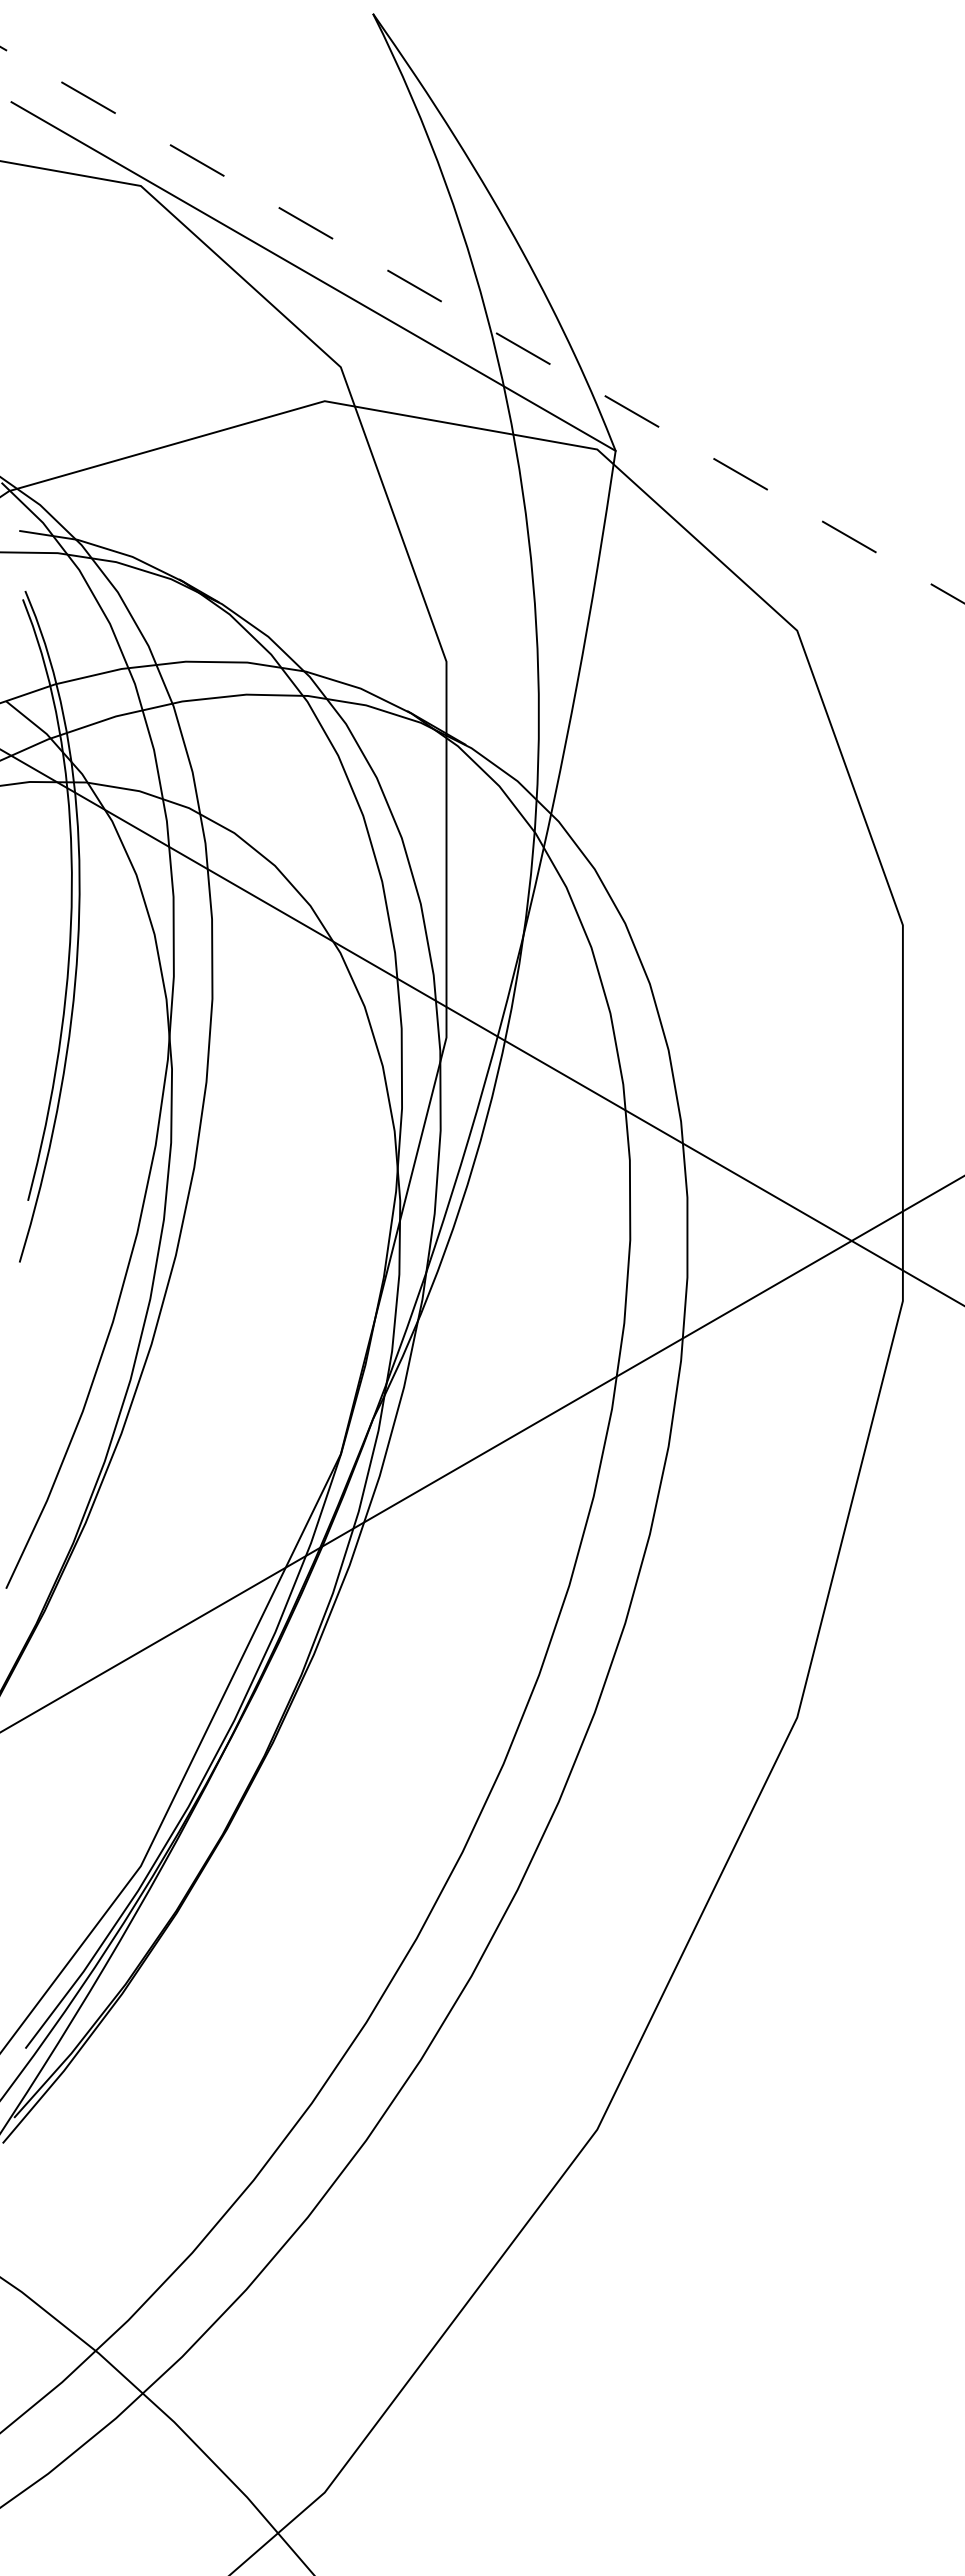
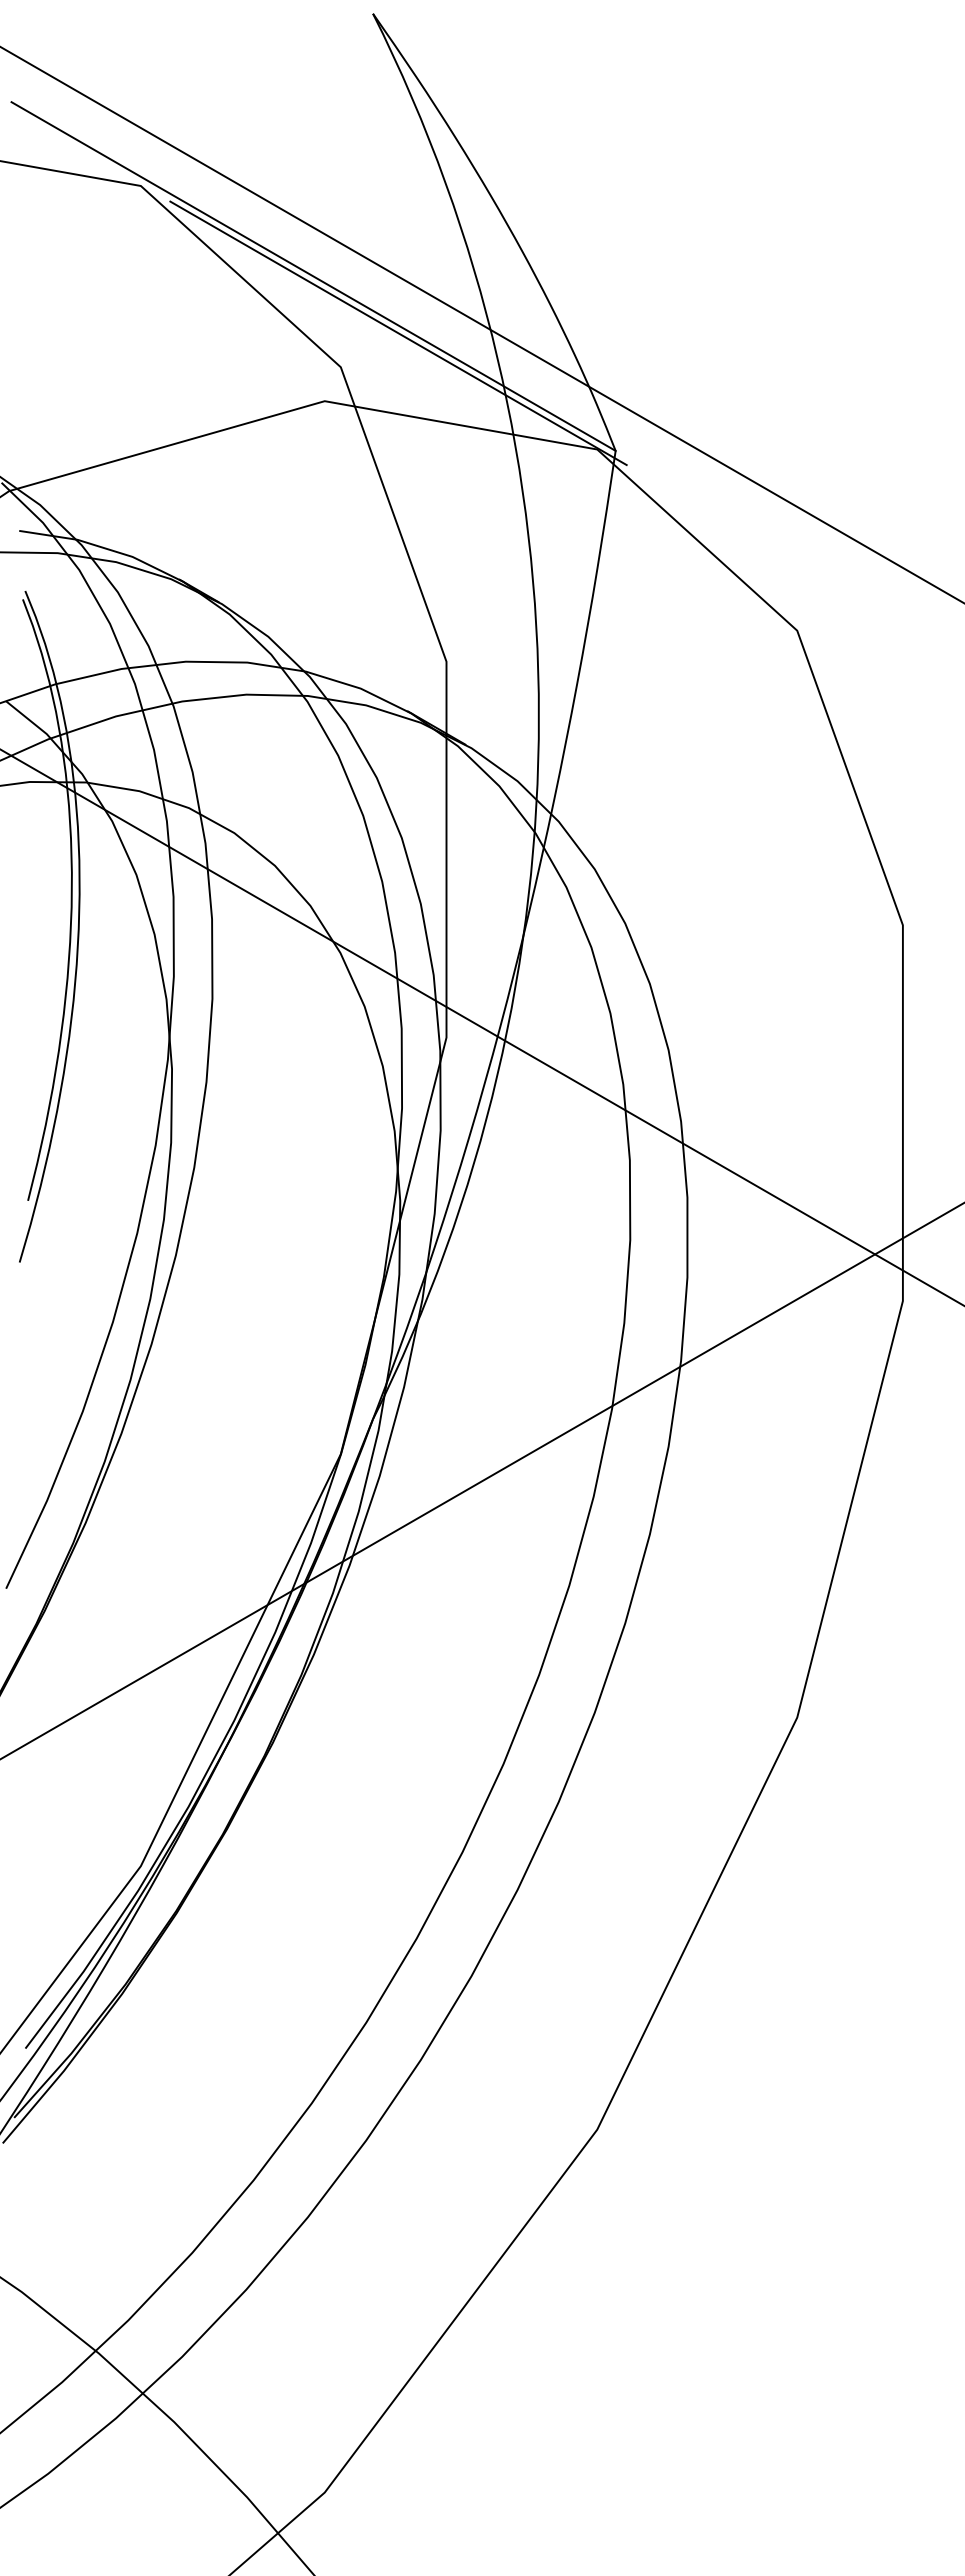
line at (481, 324): dashed -> solid
line at (398, 333): none -> present
line at (481, 1454) position: (481, 1454) -> (481, 1481)
